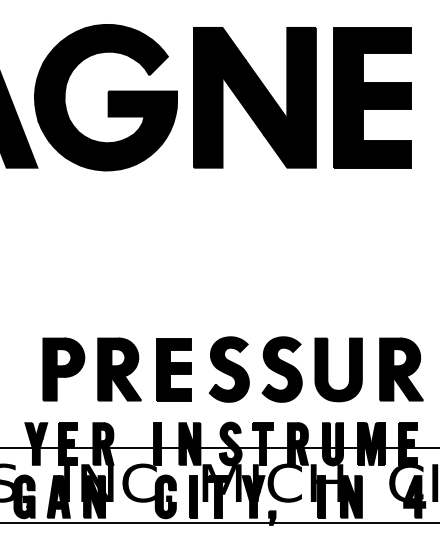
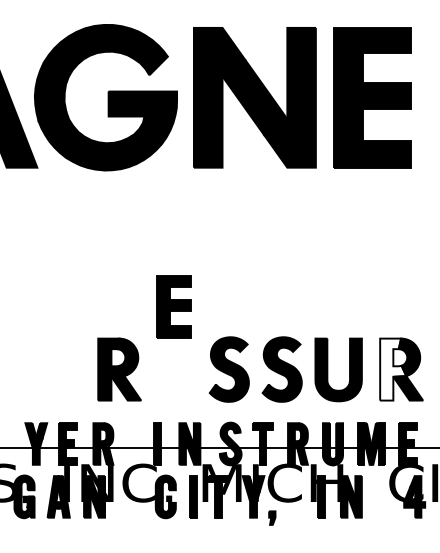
part at (63, 369): present -> none
part at (173, 369) position: (173, 369) -> (173, 306)
fill at (393, 369): present -> none
line at (219, 523): present -> none
